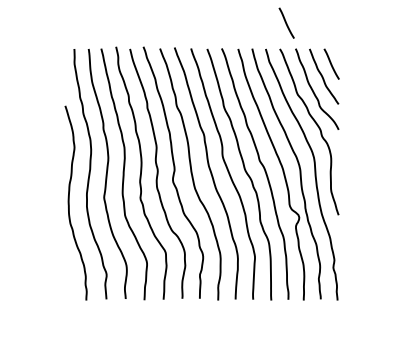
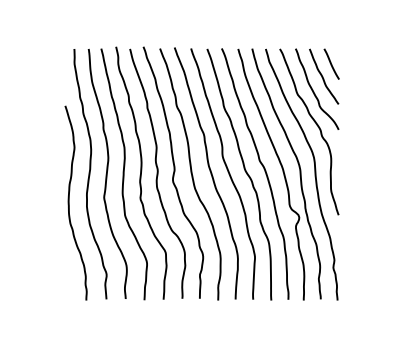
line at (286, 22): present -> none
